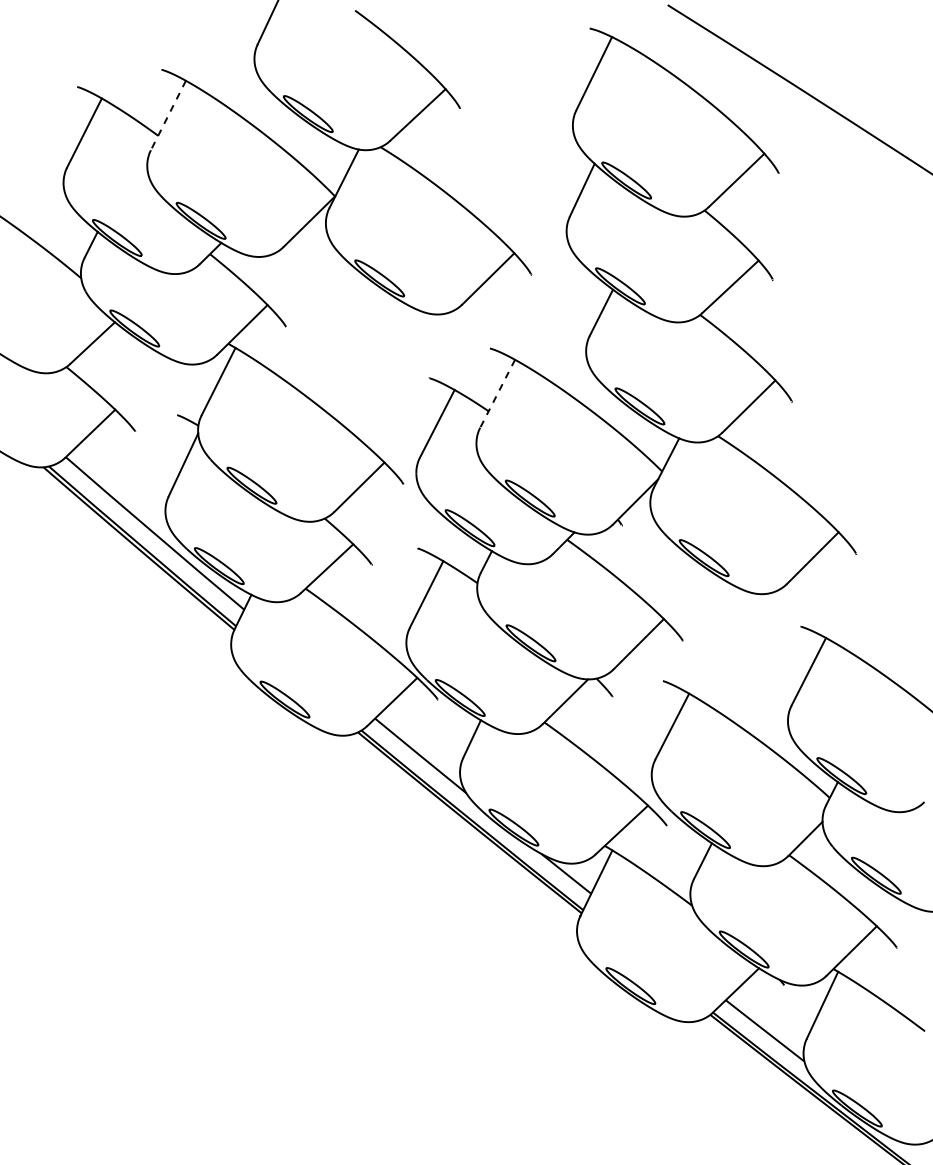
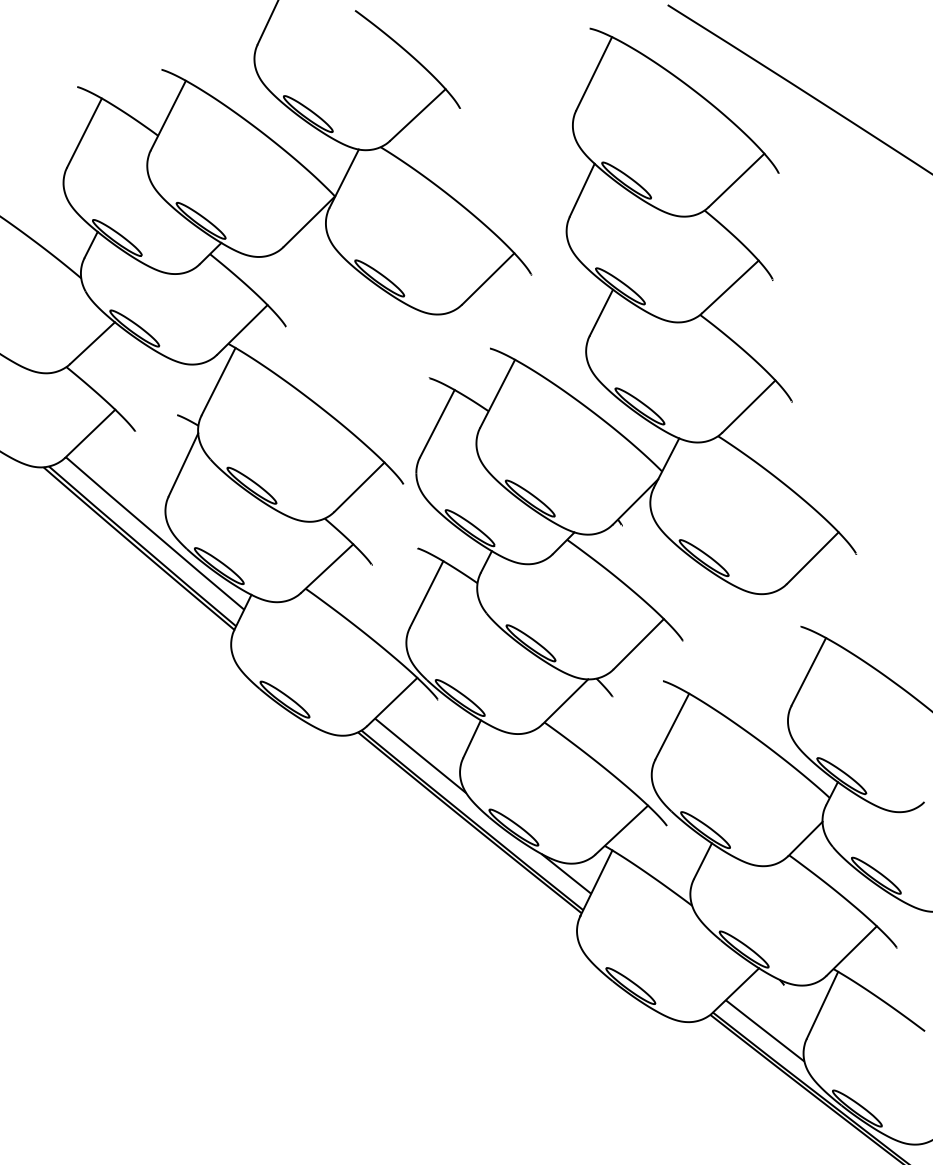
line at (168, 115): dashed -> solid
line at (497, 394): dashed -> solid
